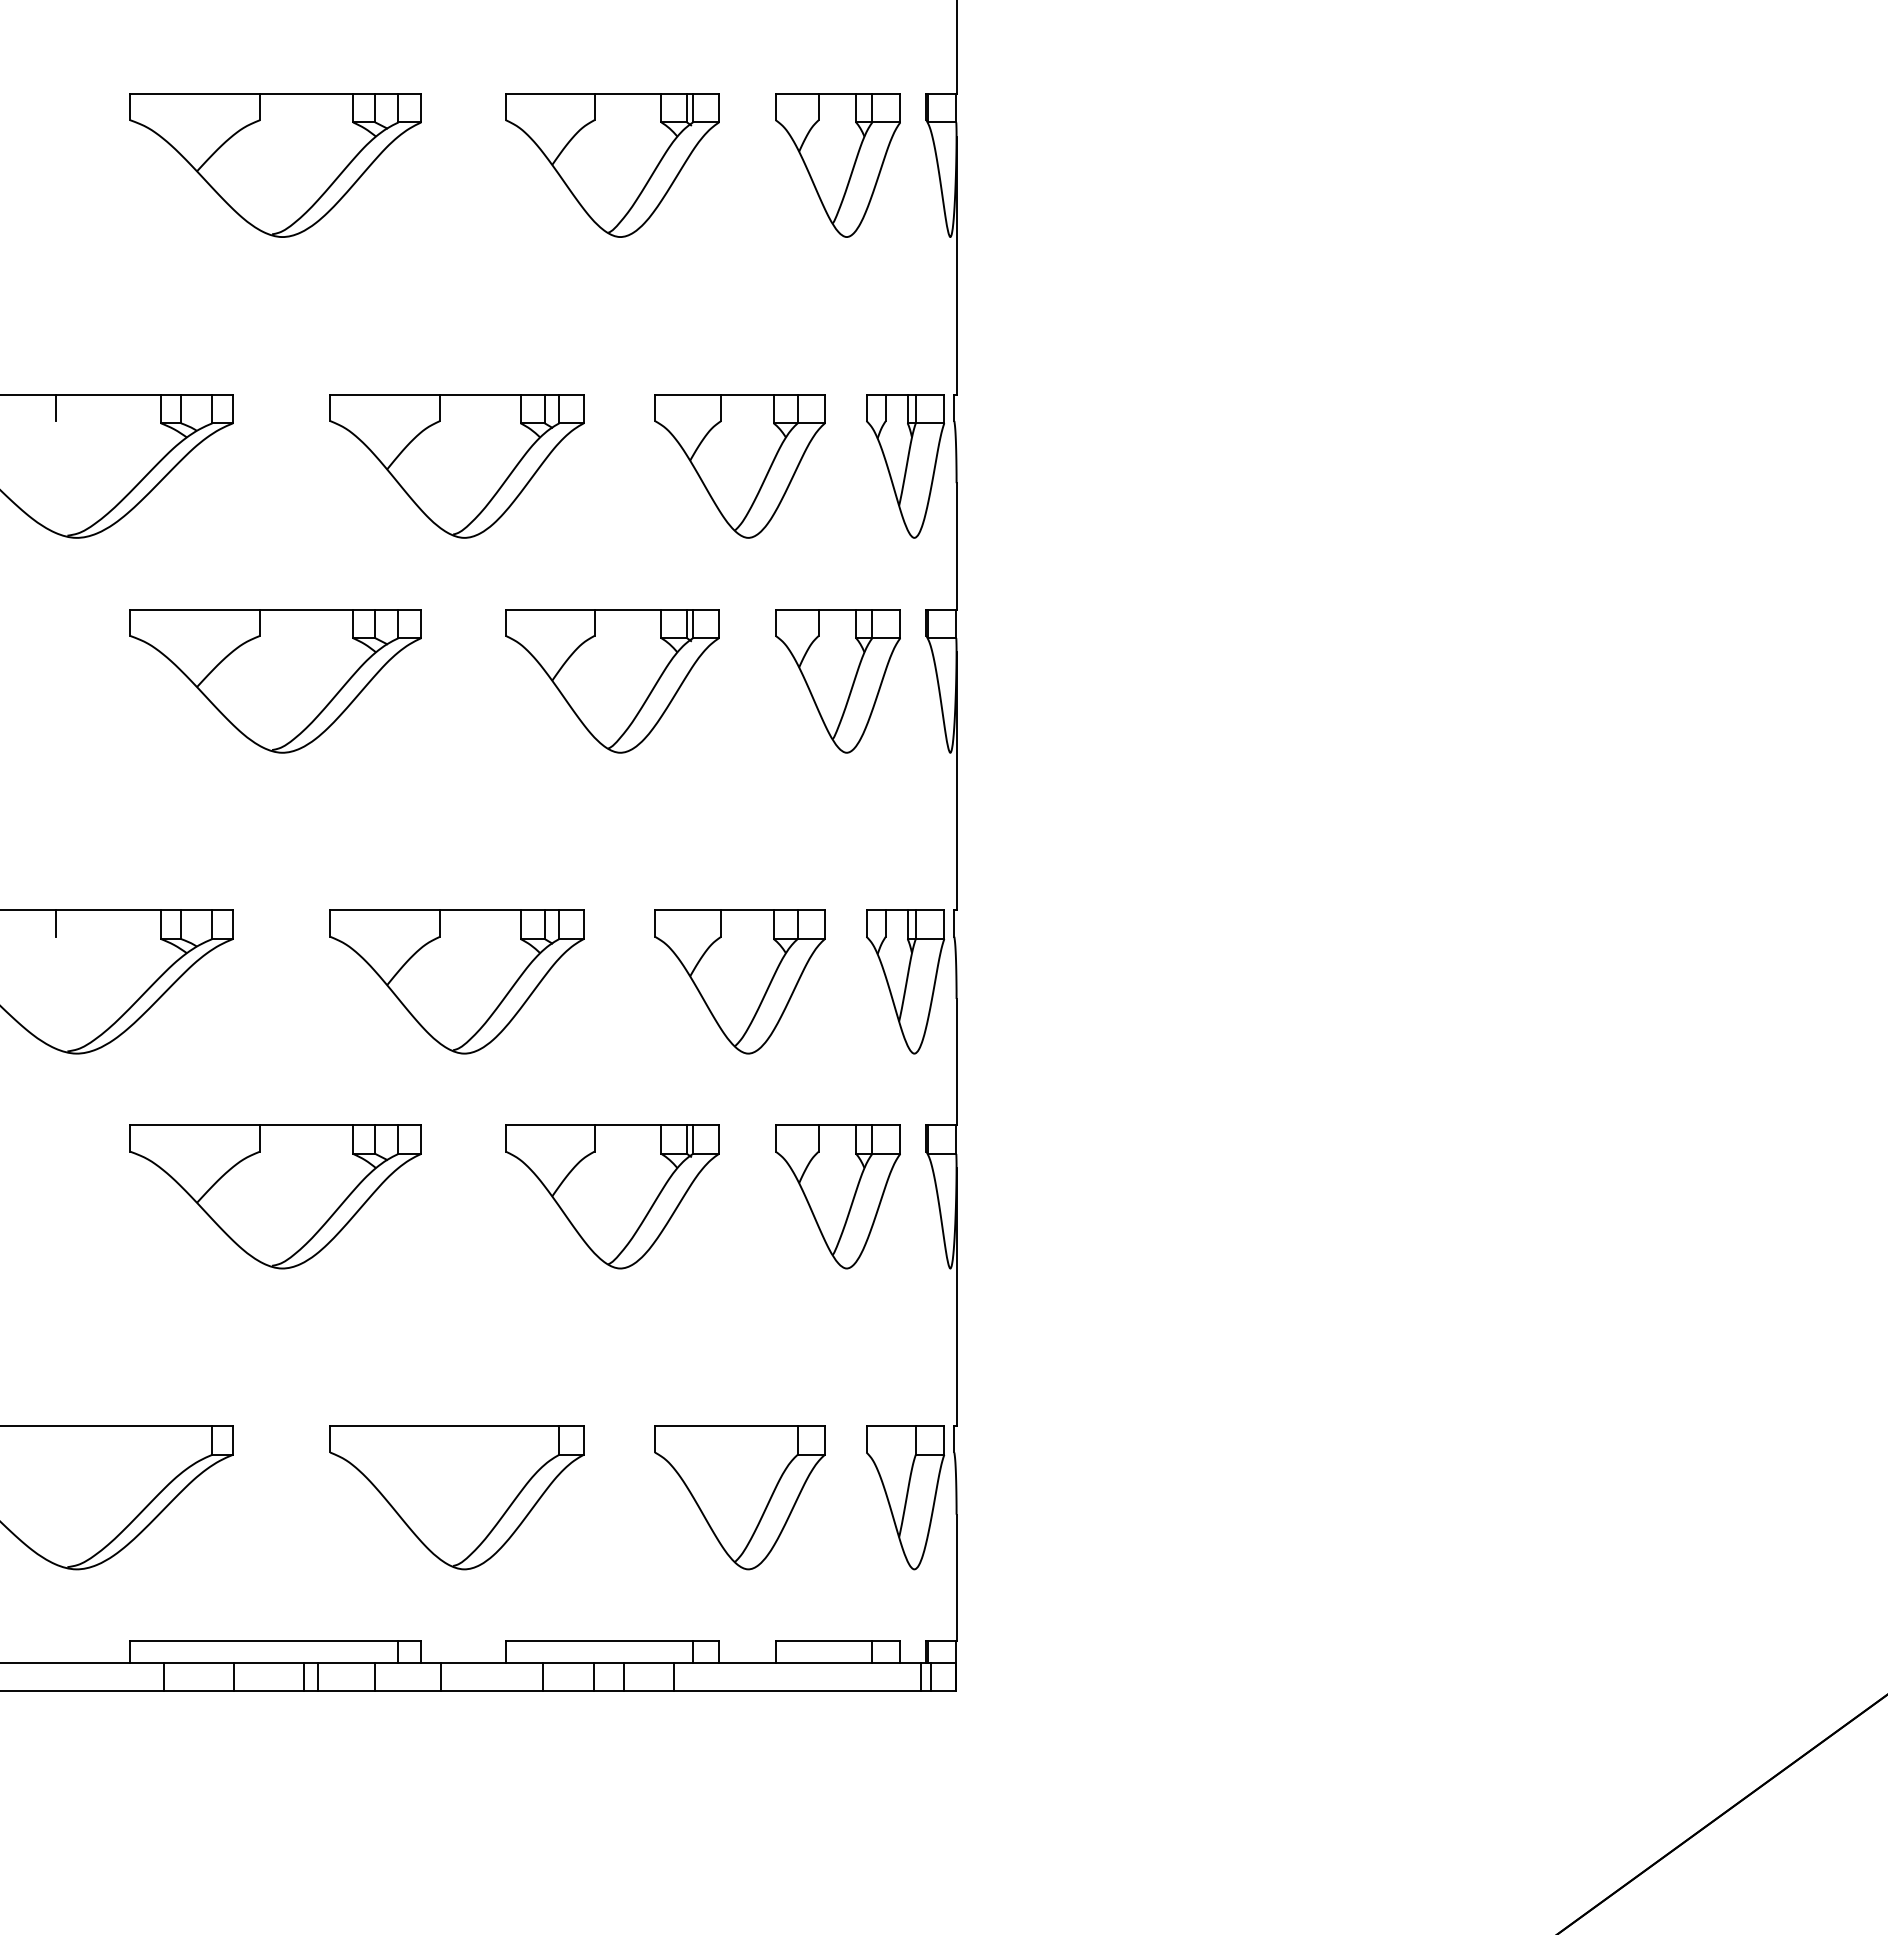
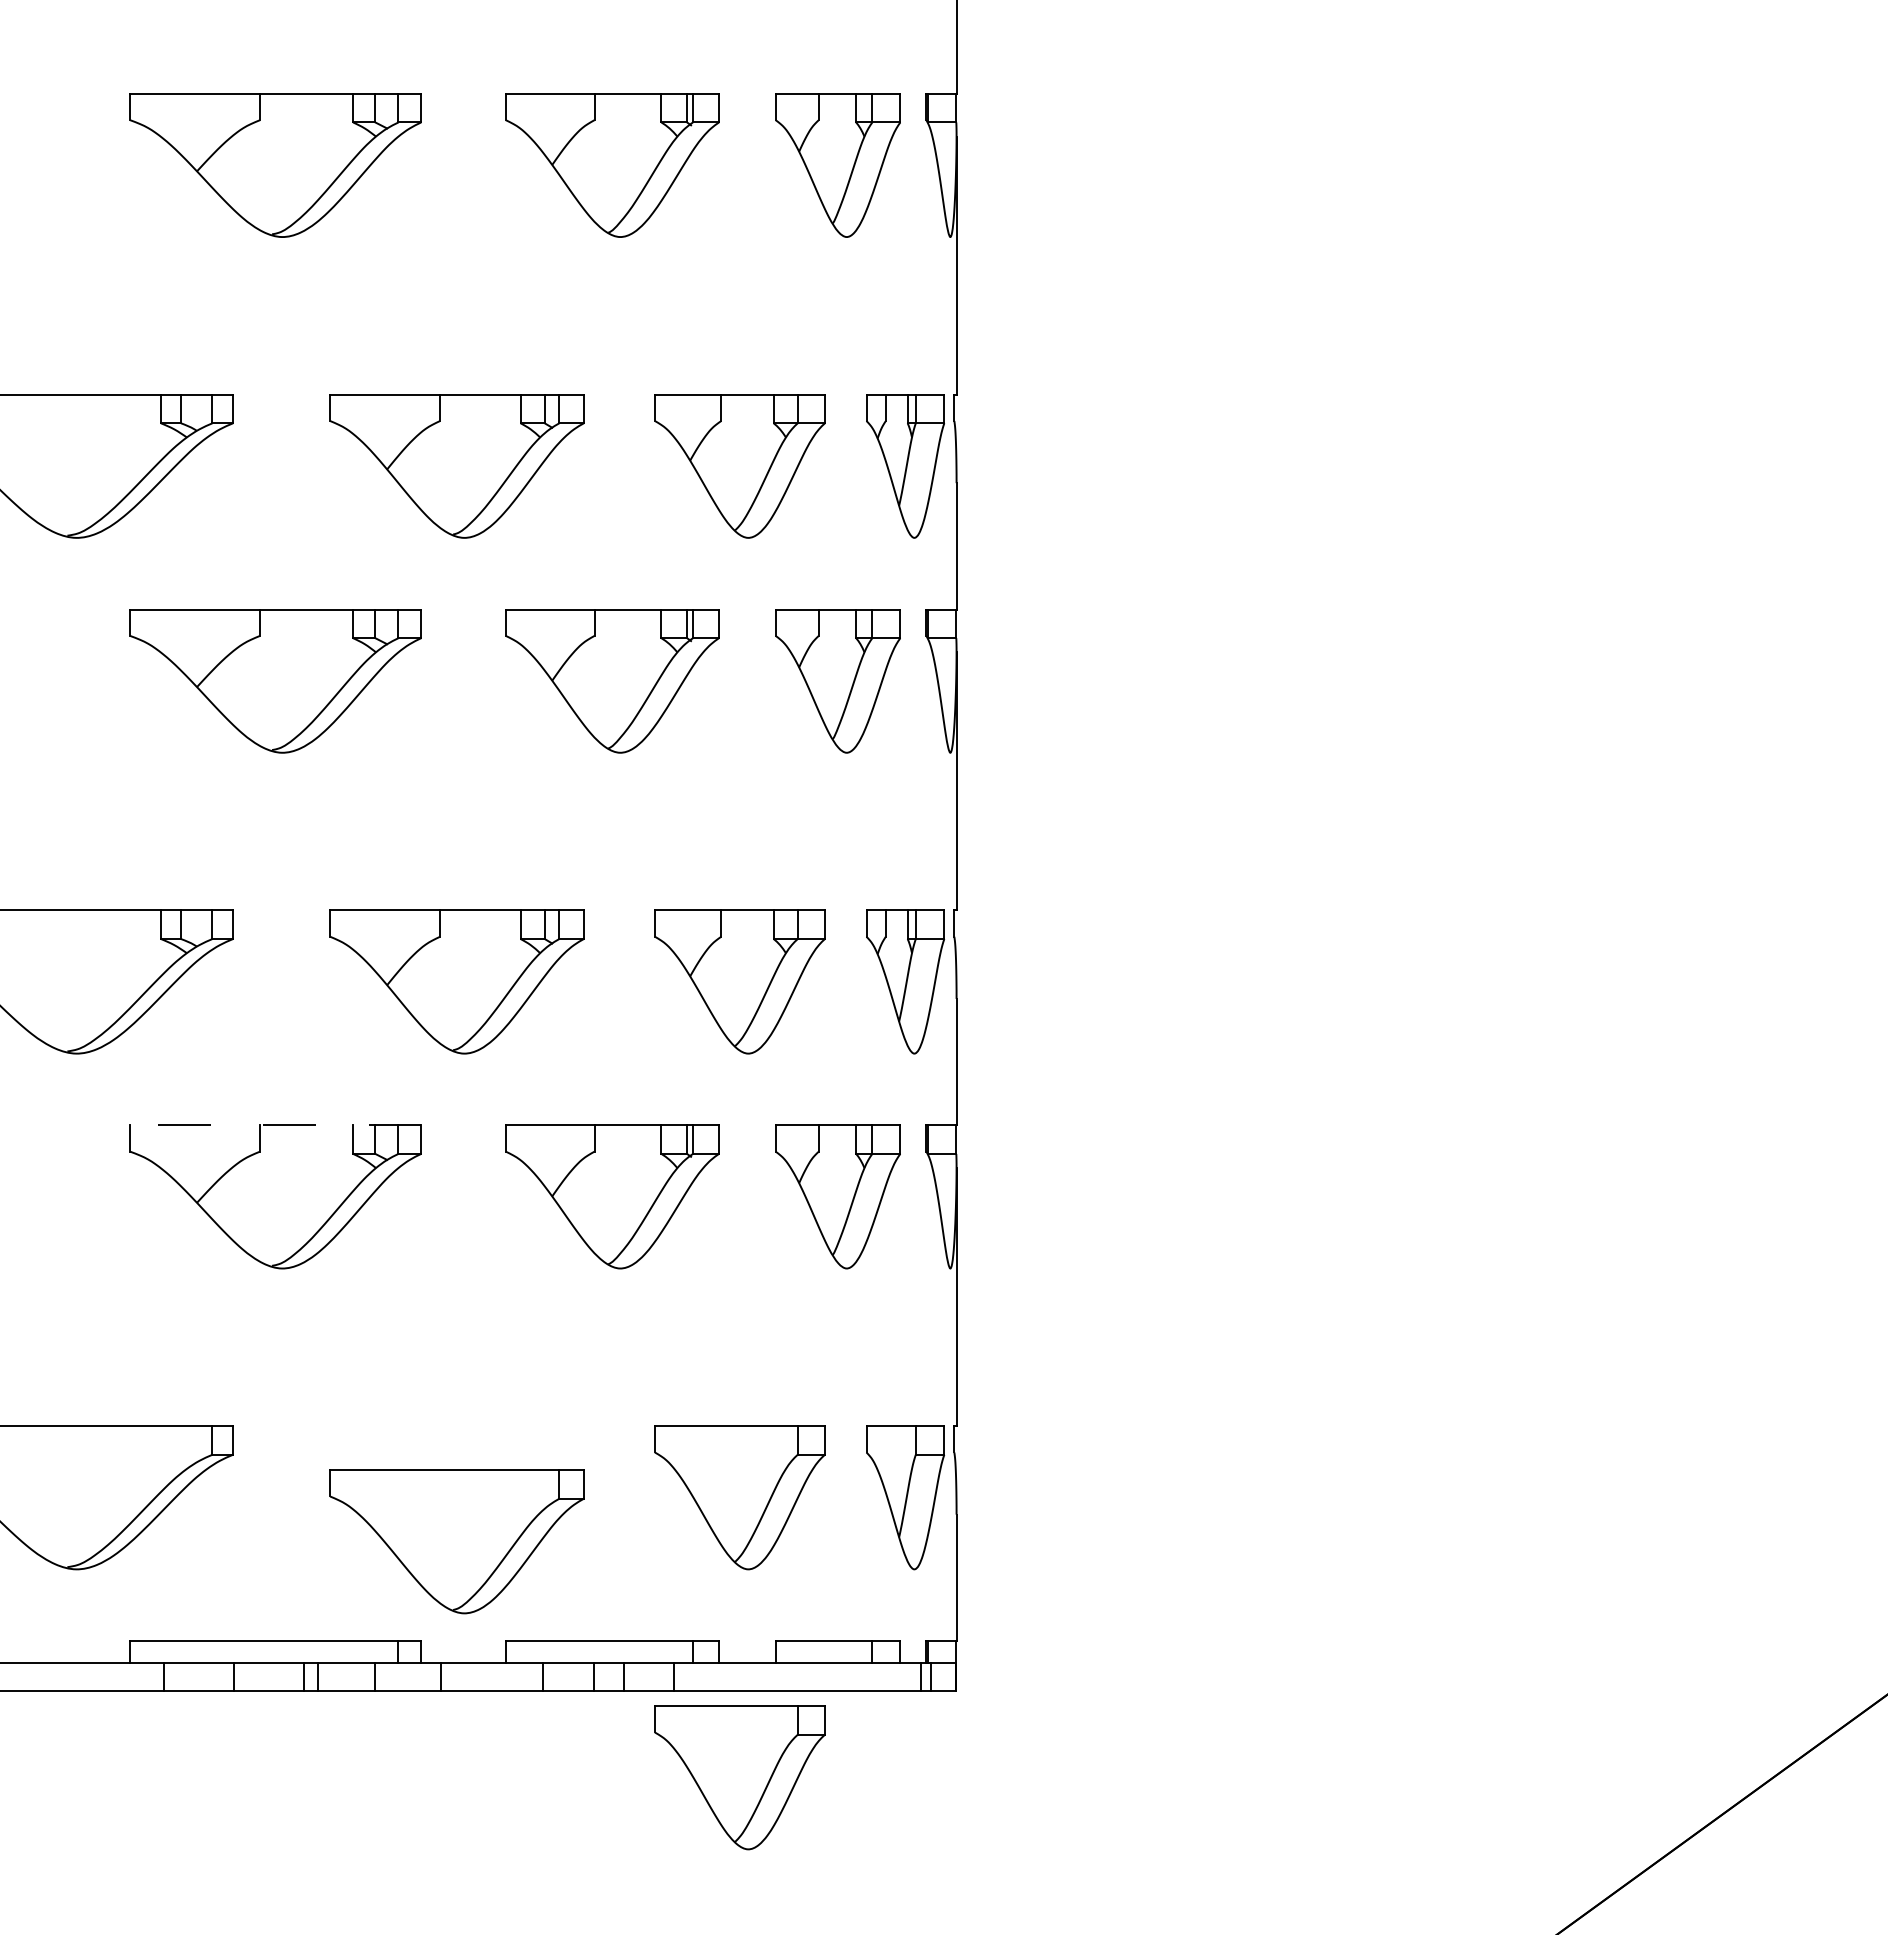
line at (56, 407): present -> none
line at (56, 923): present -> none
line at (275, 1125): solid -> dashed
part at (456, 1497) position: (456, 1497) -> (456, 1541)
part at (739, 1777): none -> present
